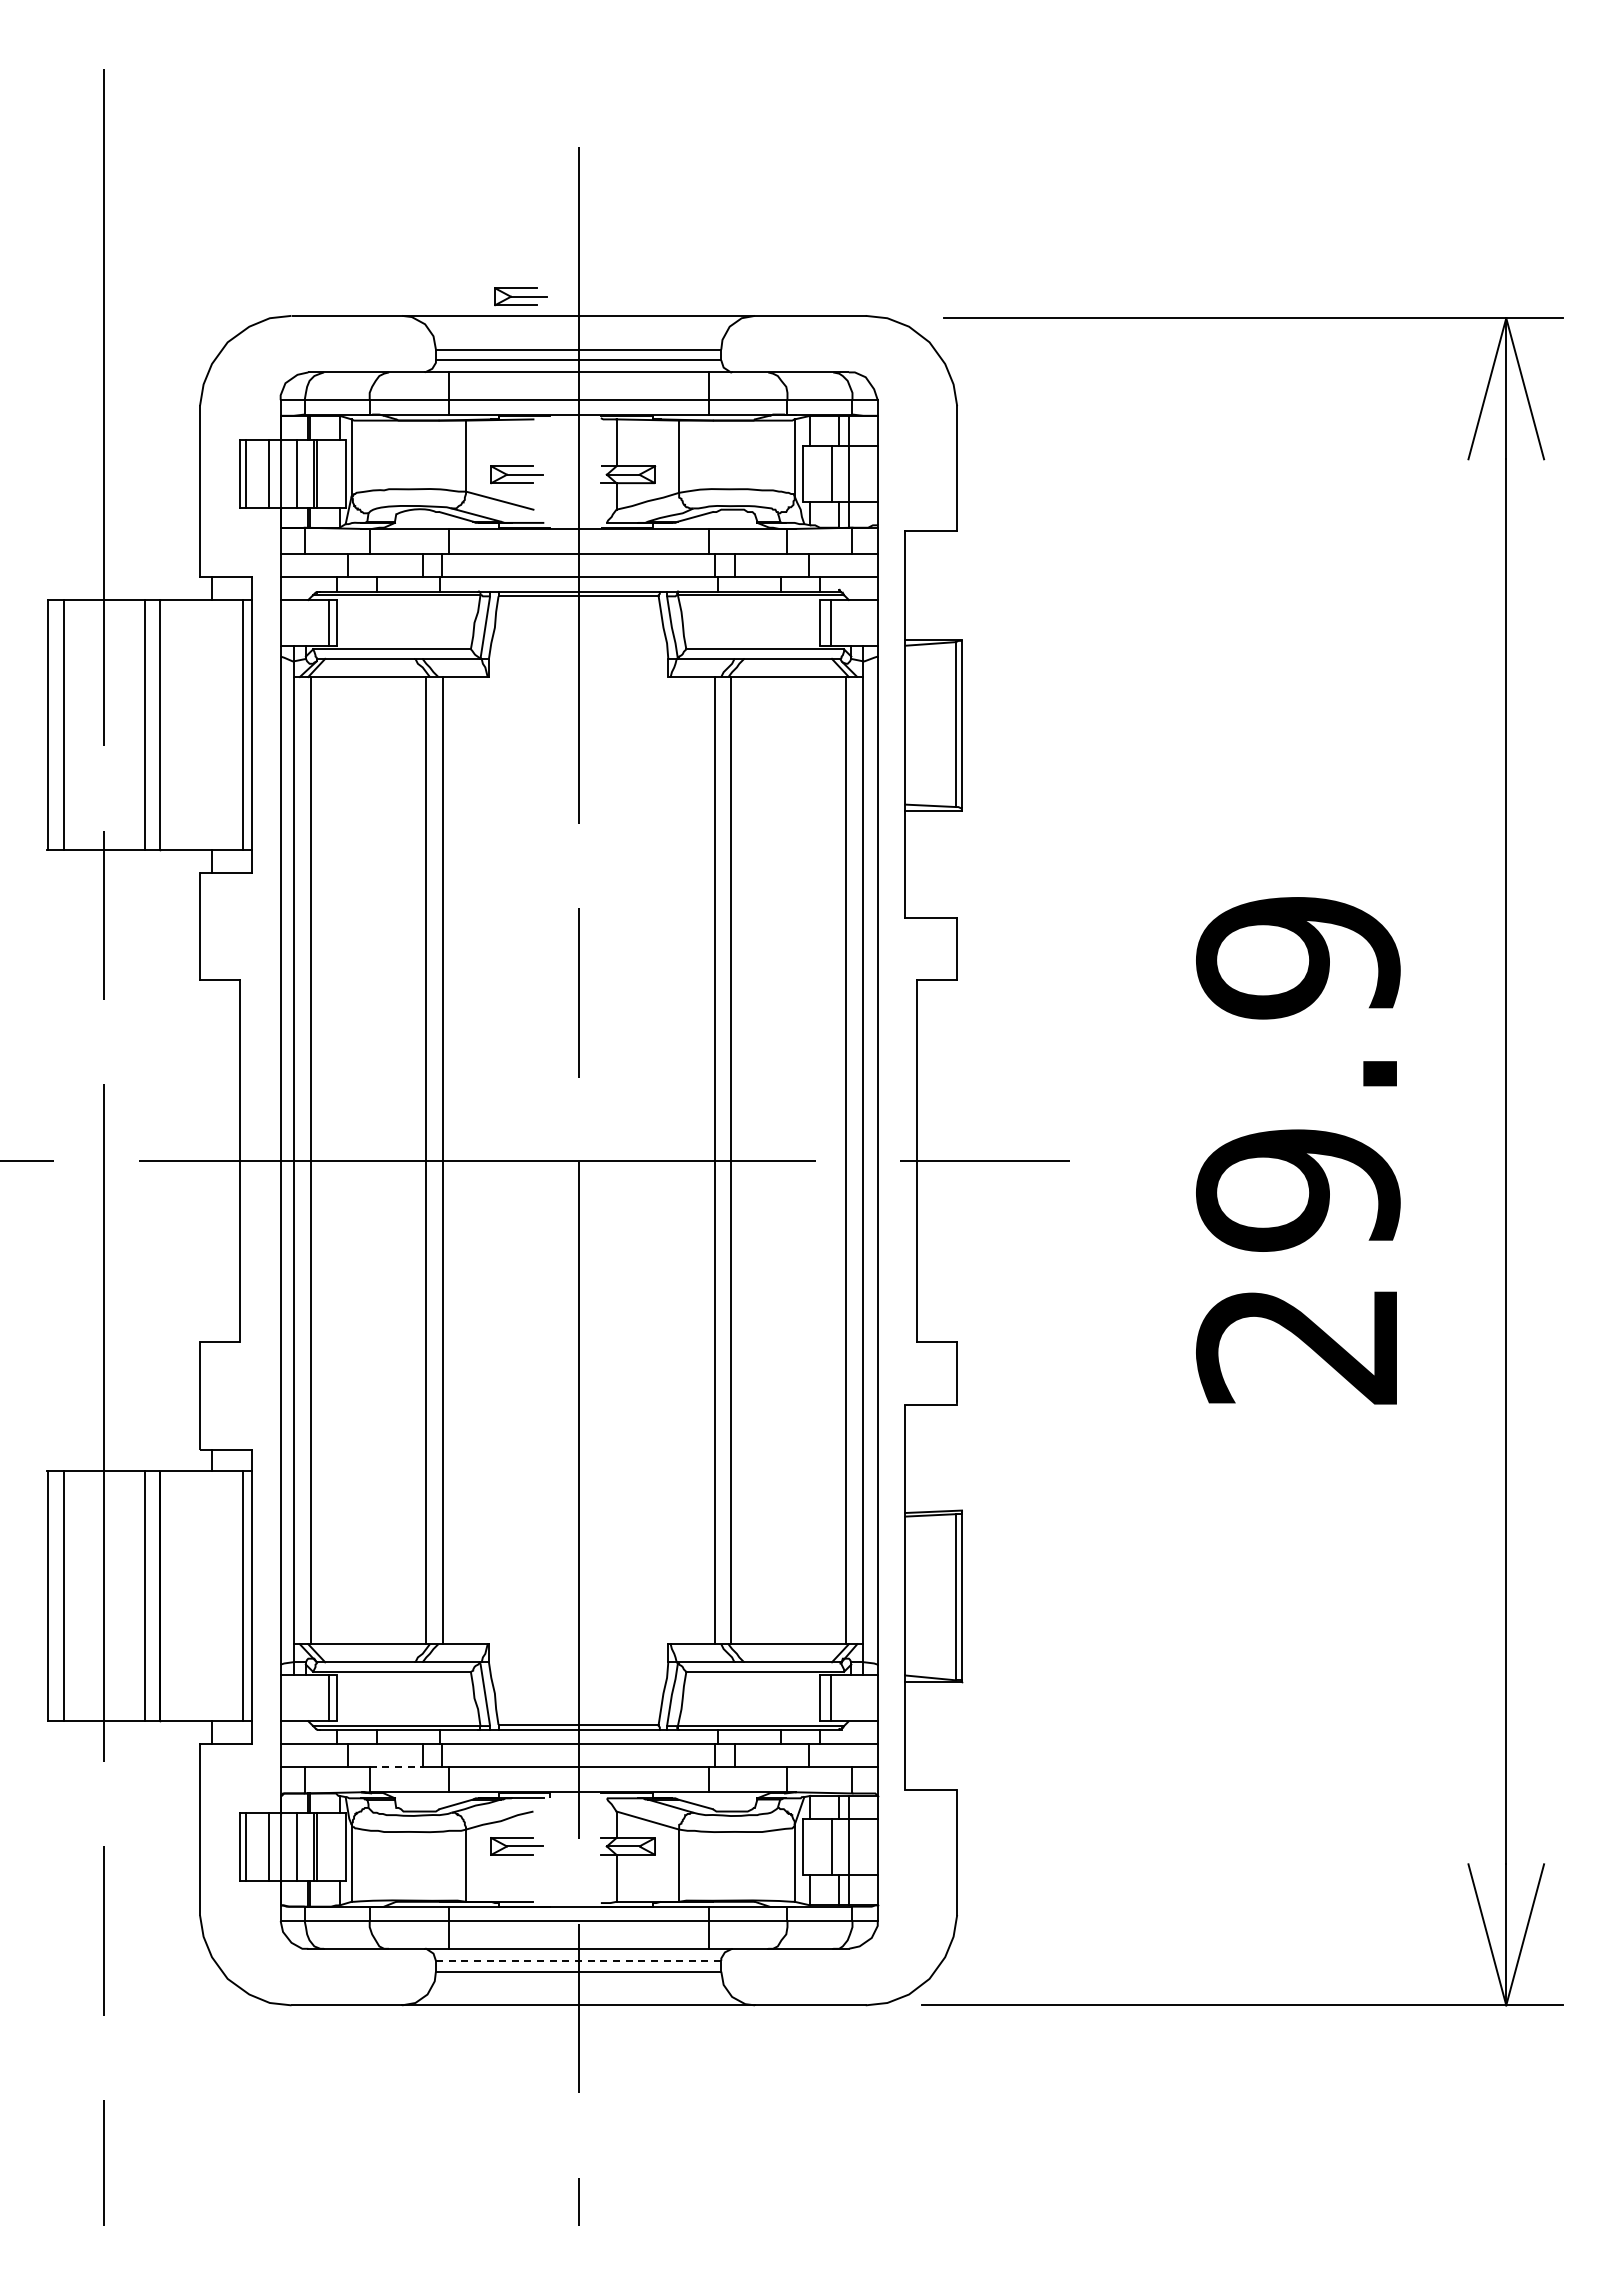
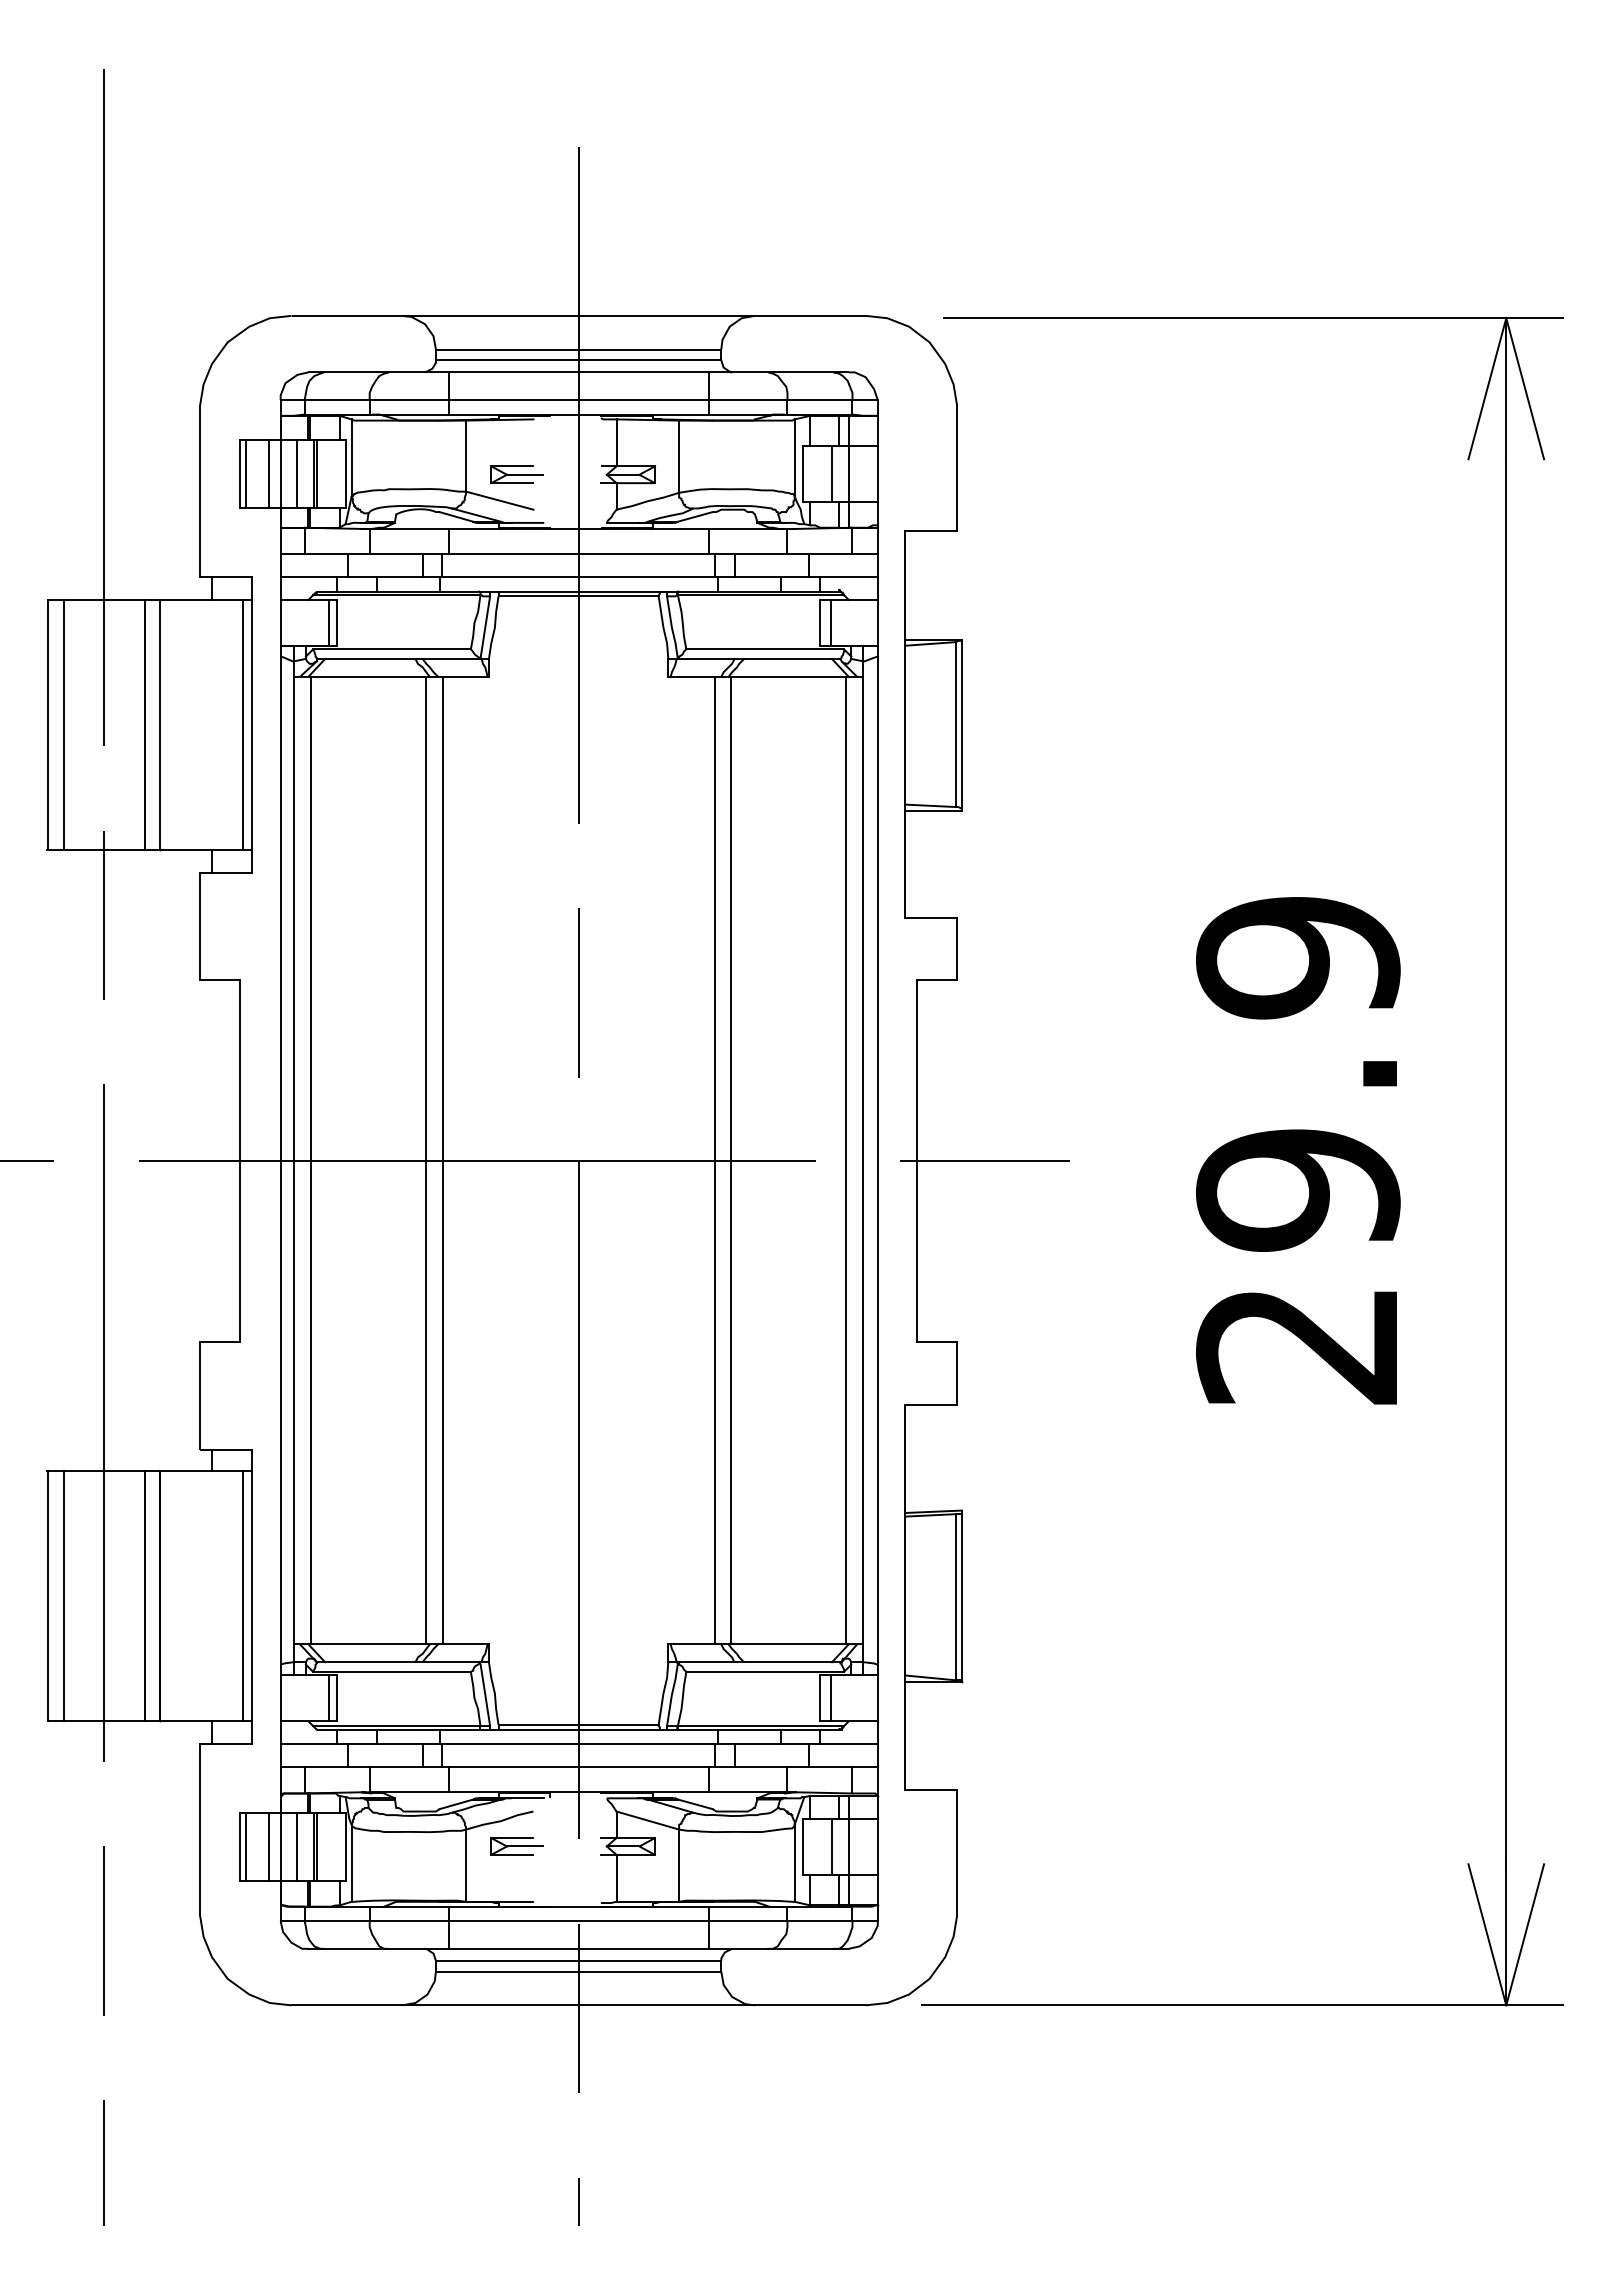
part at (520, 296): present -> none
line at (396, 1767): dashed -> solid
line at (578, 1960): dashed -> solid
